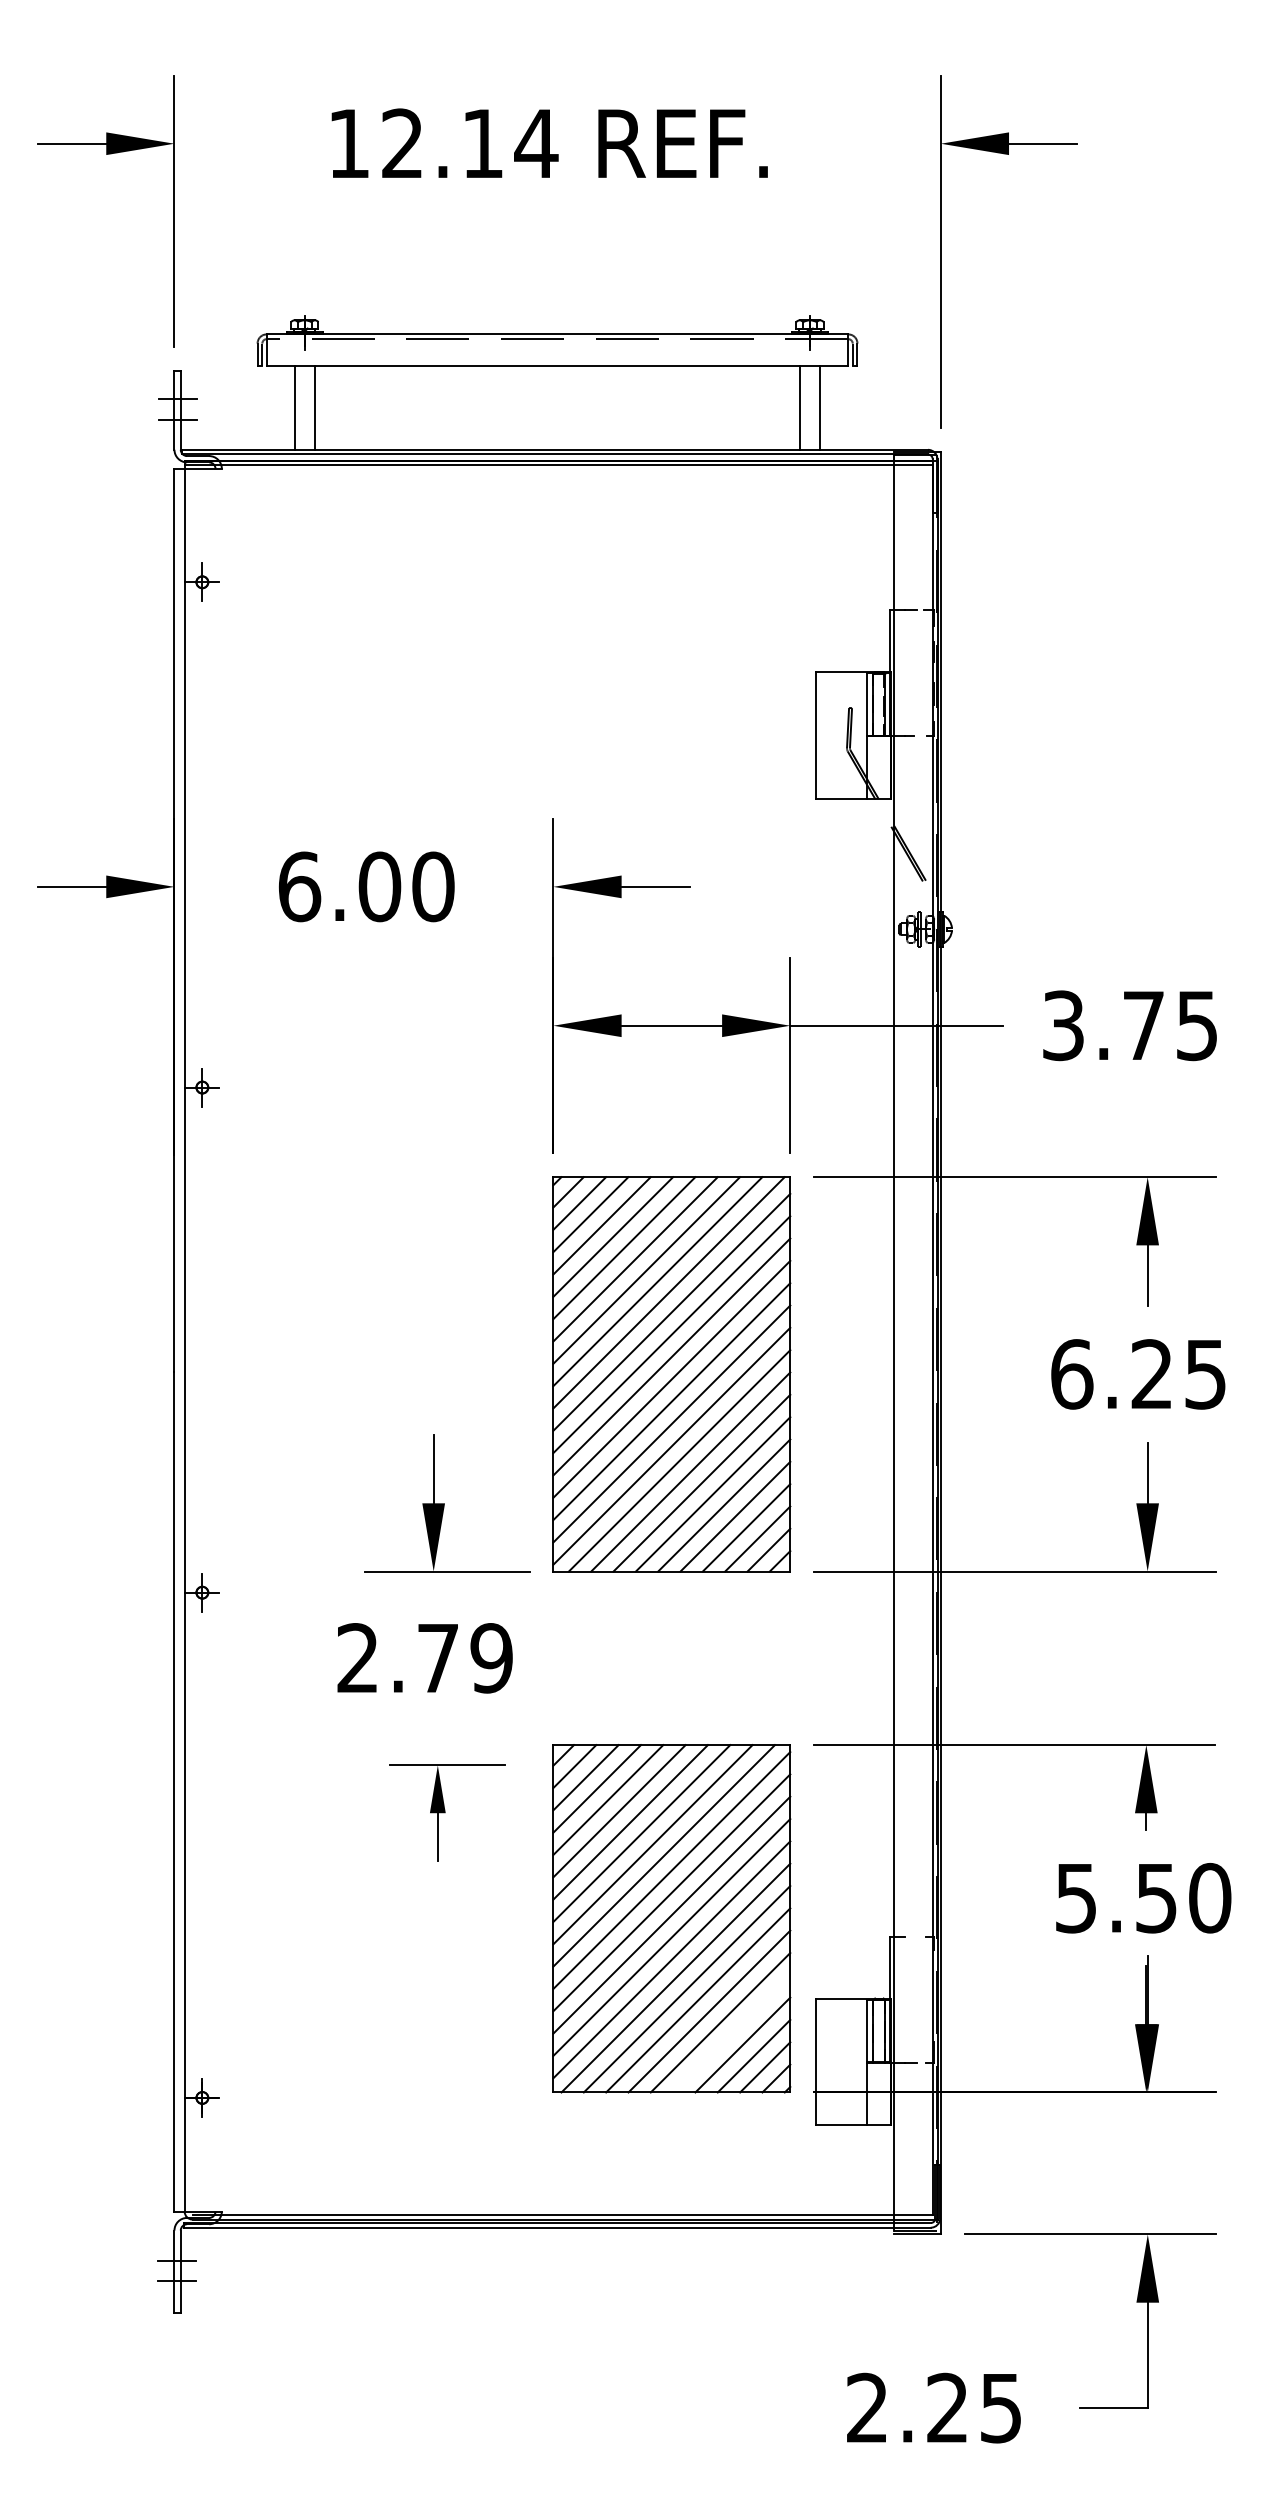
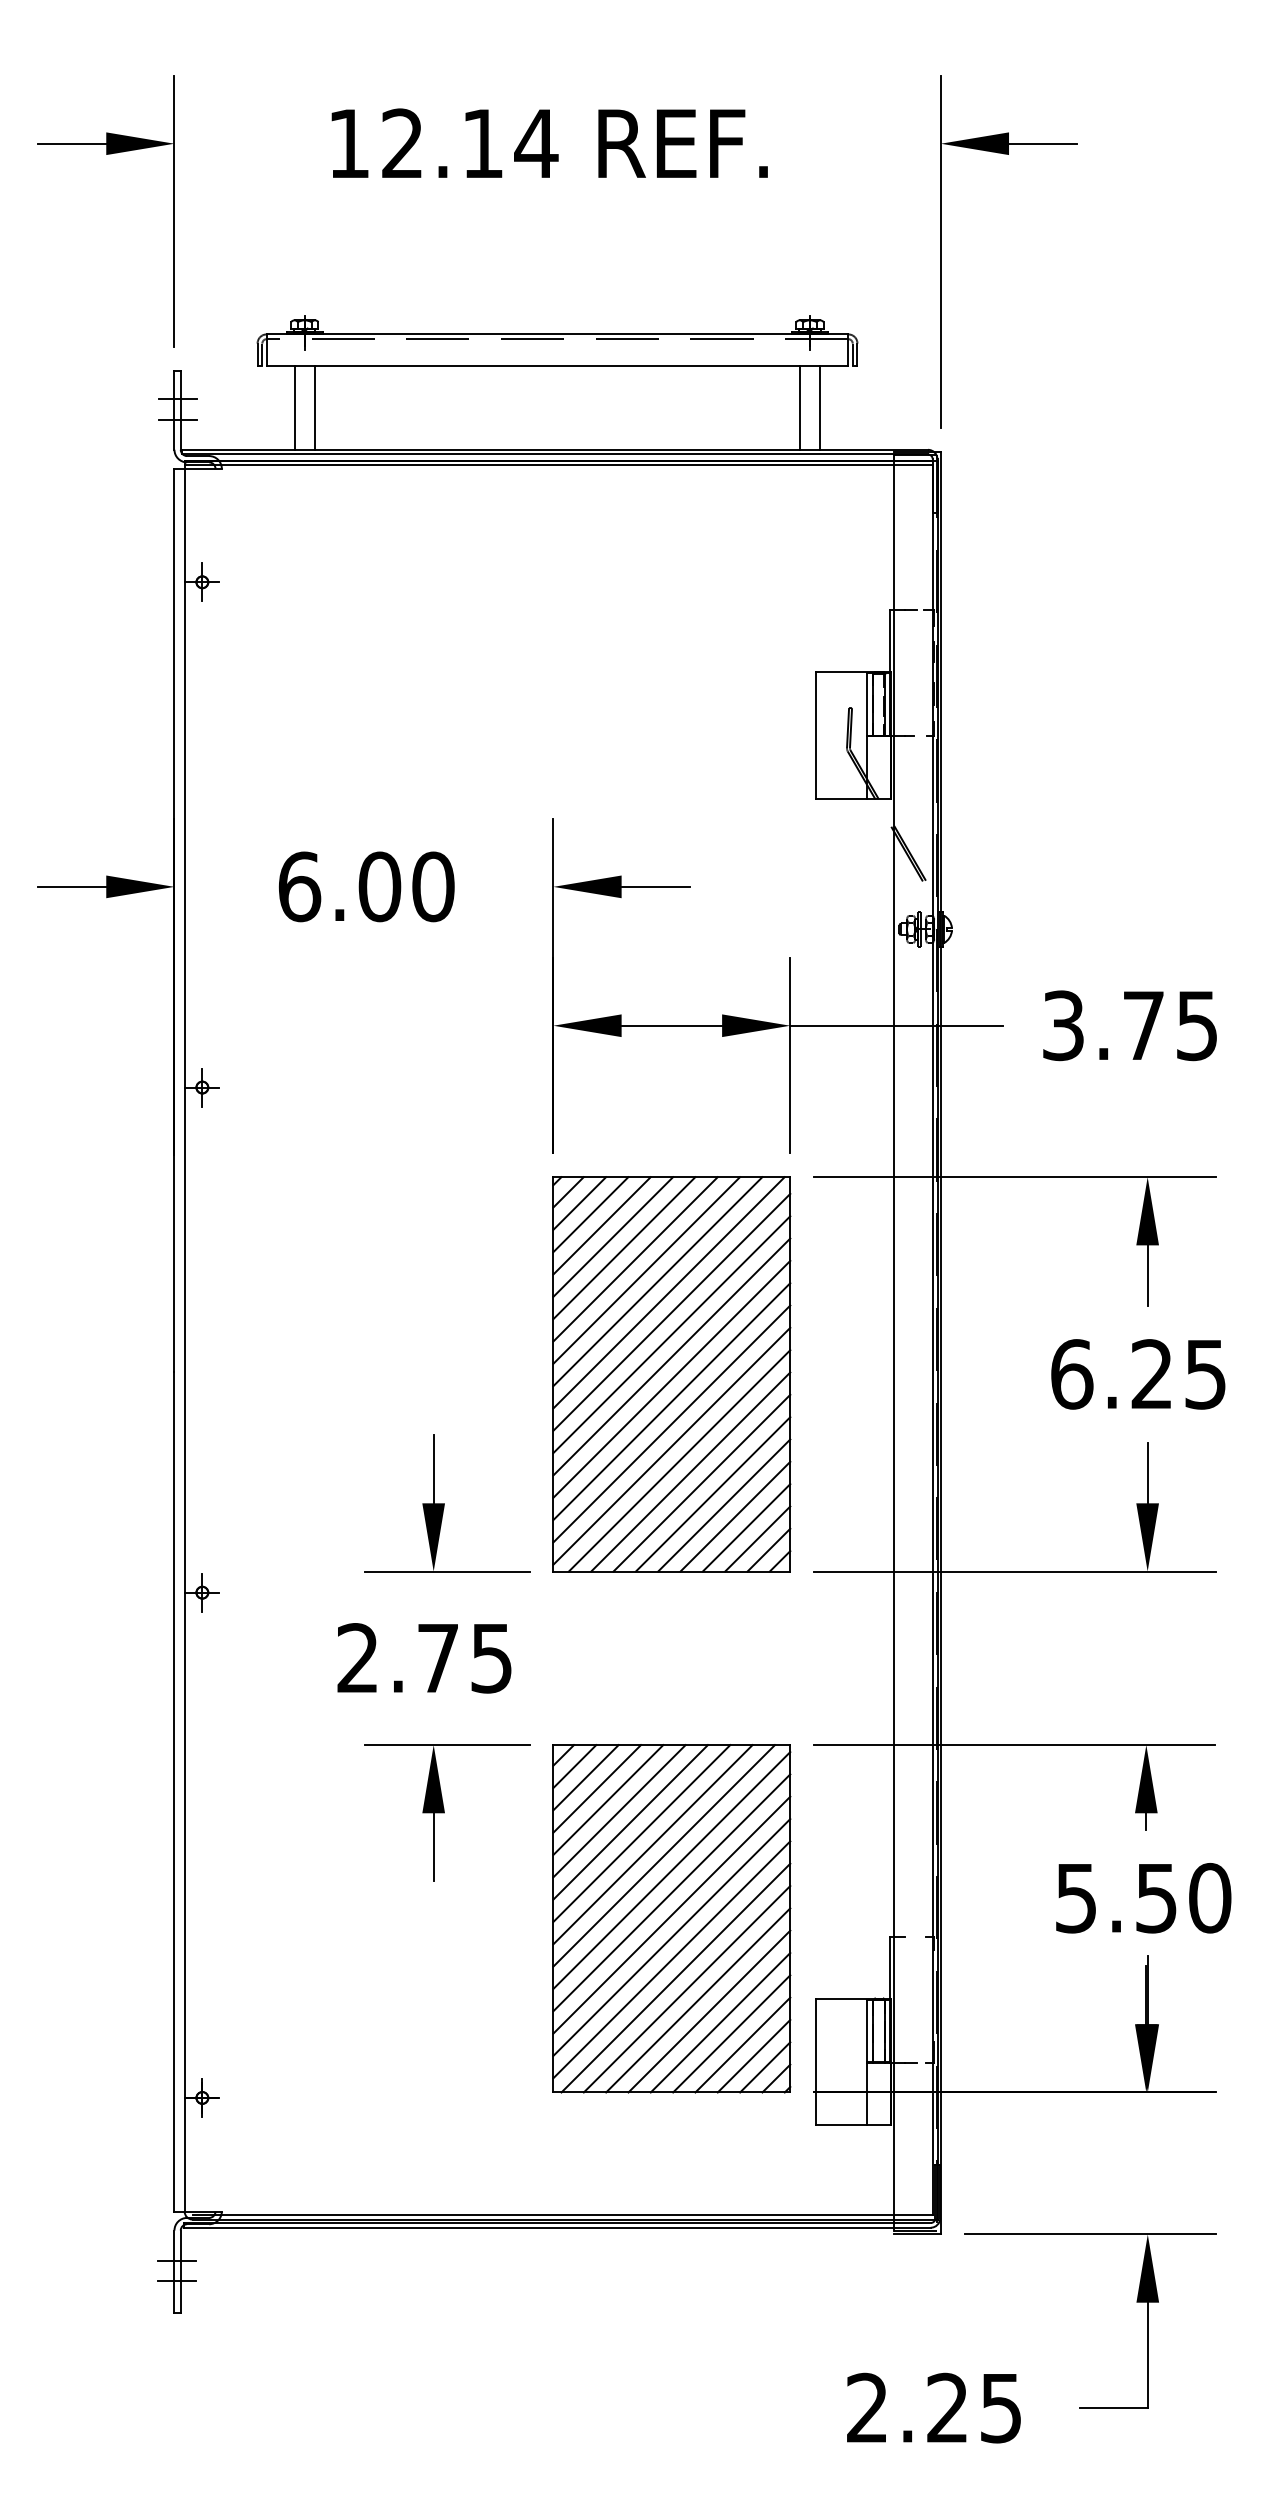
text at (491, 1658): 2.79 -> 2.75
part at (447, 1812) size: 117x98 px -> 167x138 px
line at (731, 2033): none -> present
